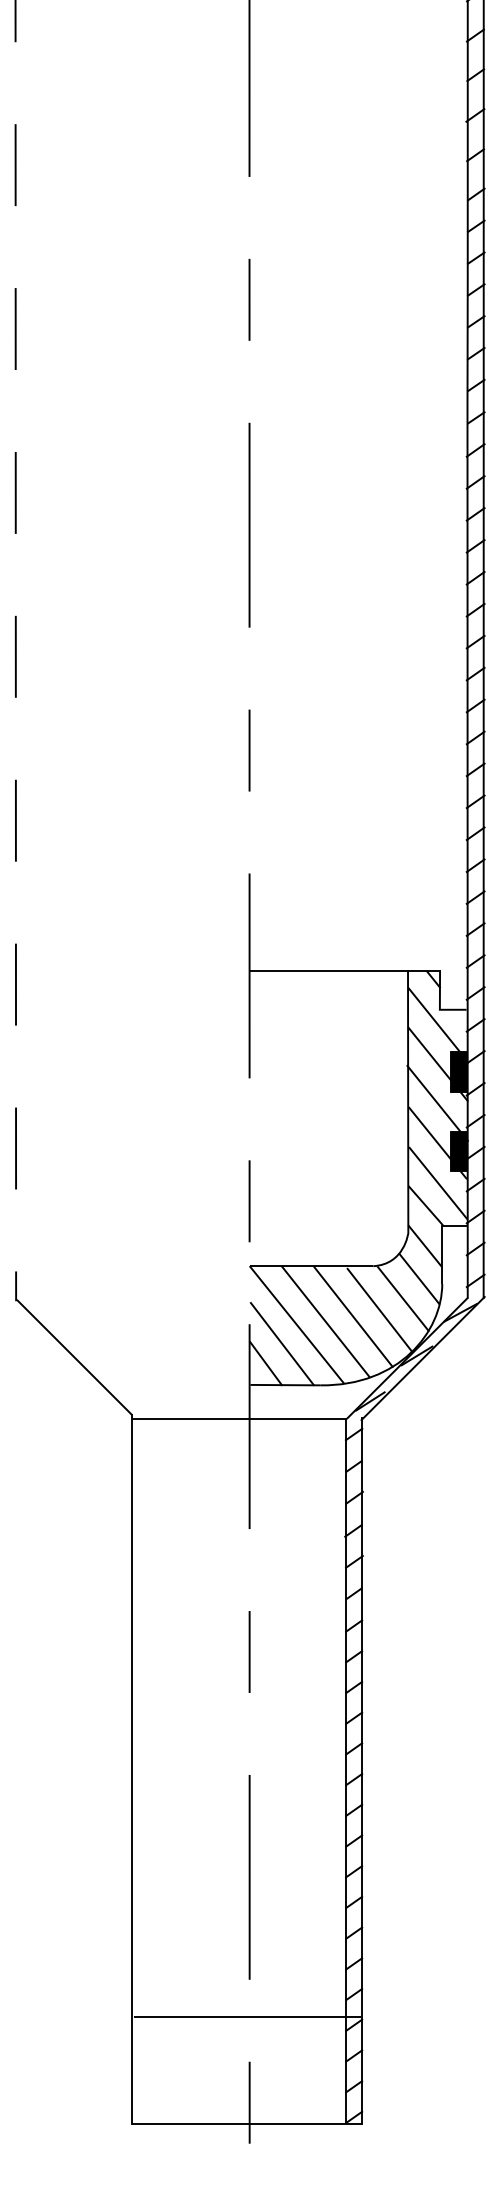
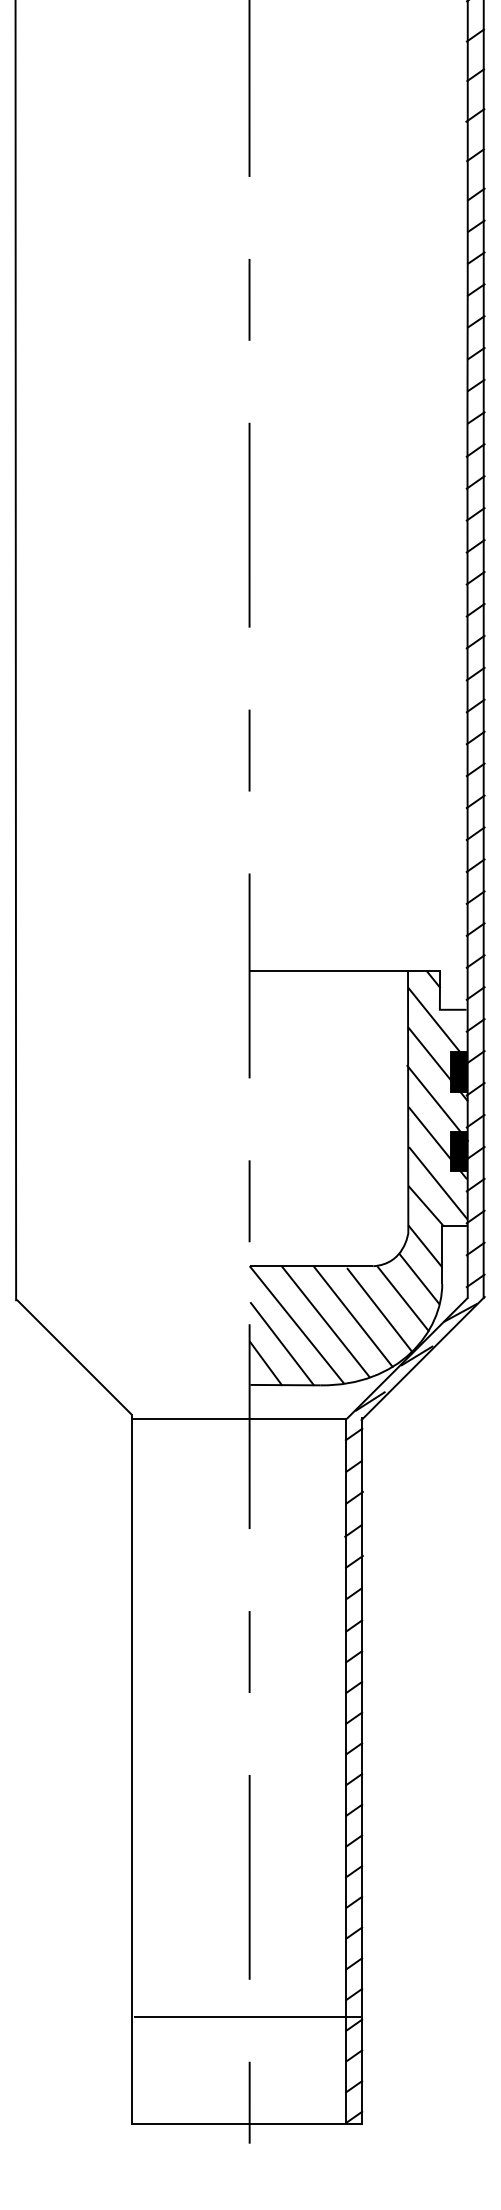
line at (15, 651): dashed -> solid
